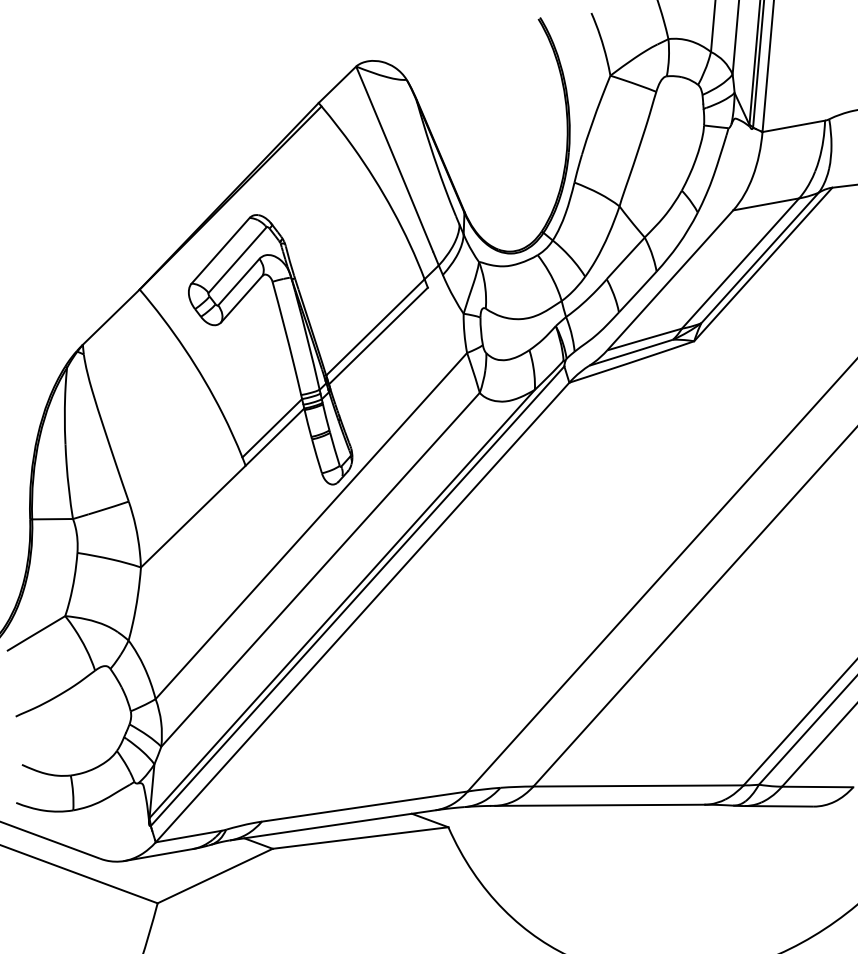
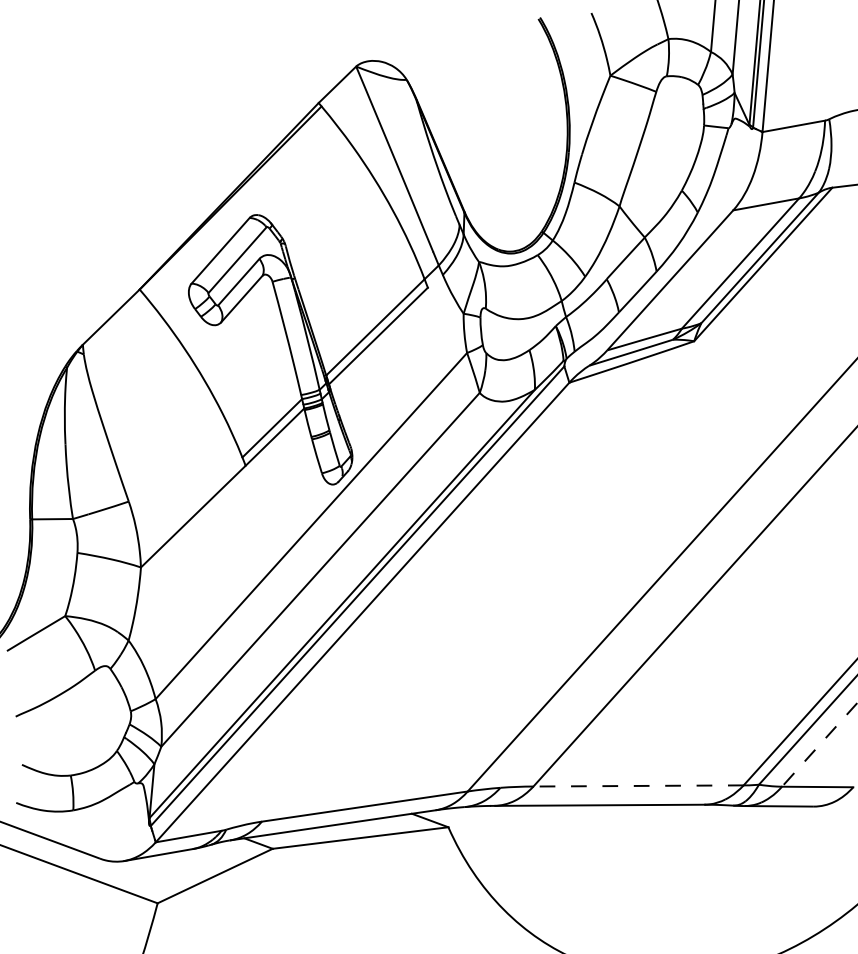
line at (820, 744): solid -> dashed
line at (638, 785): solid -> dashed
